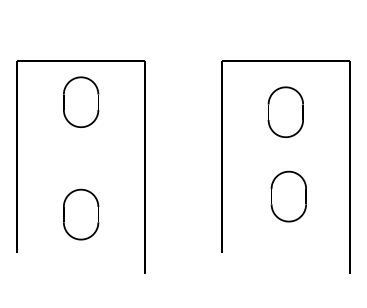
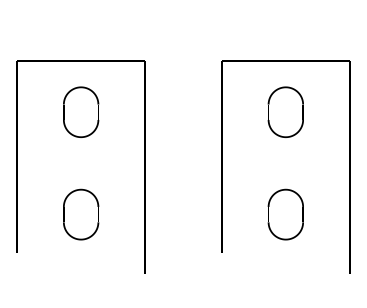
part at (81, 101) position: (81, 101) -> (81, 111)
part at (288, 196) position: (288, 196) -> (285, 214)
